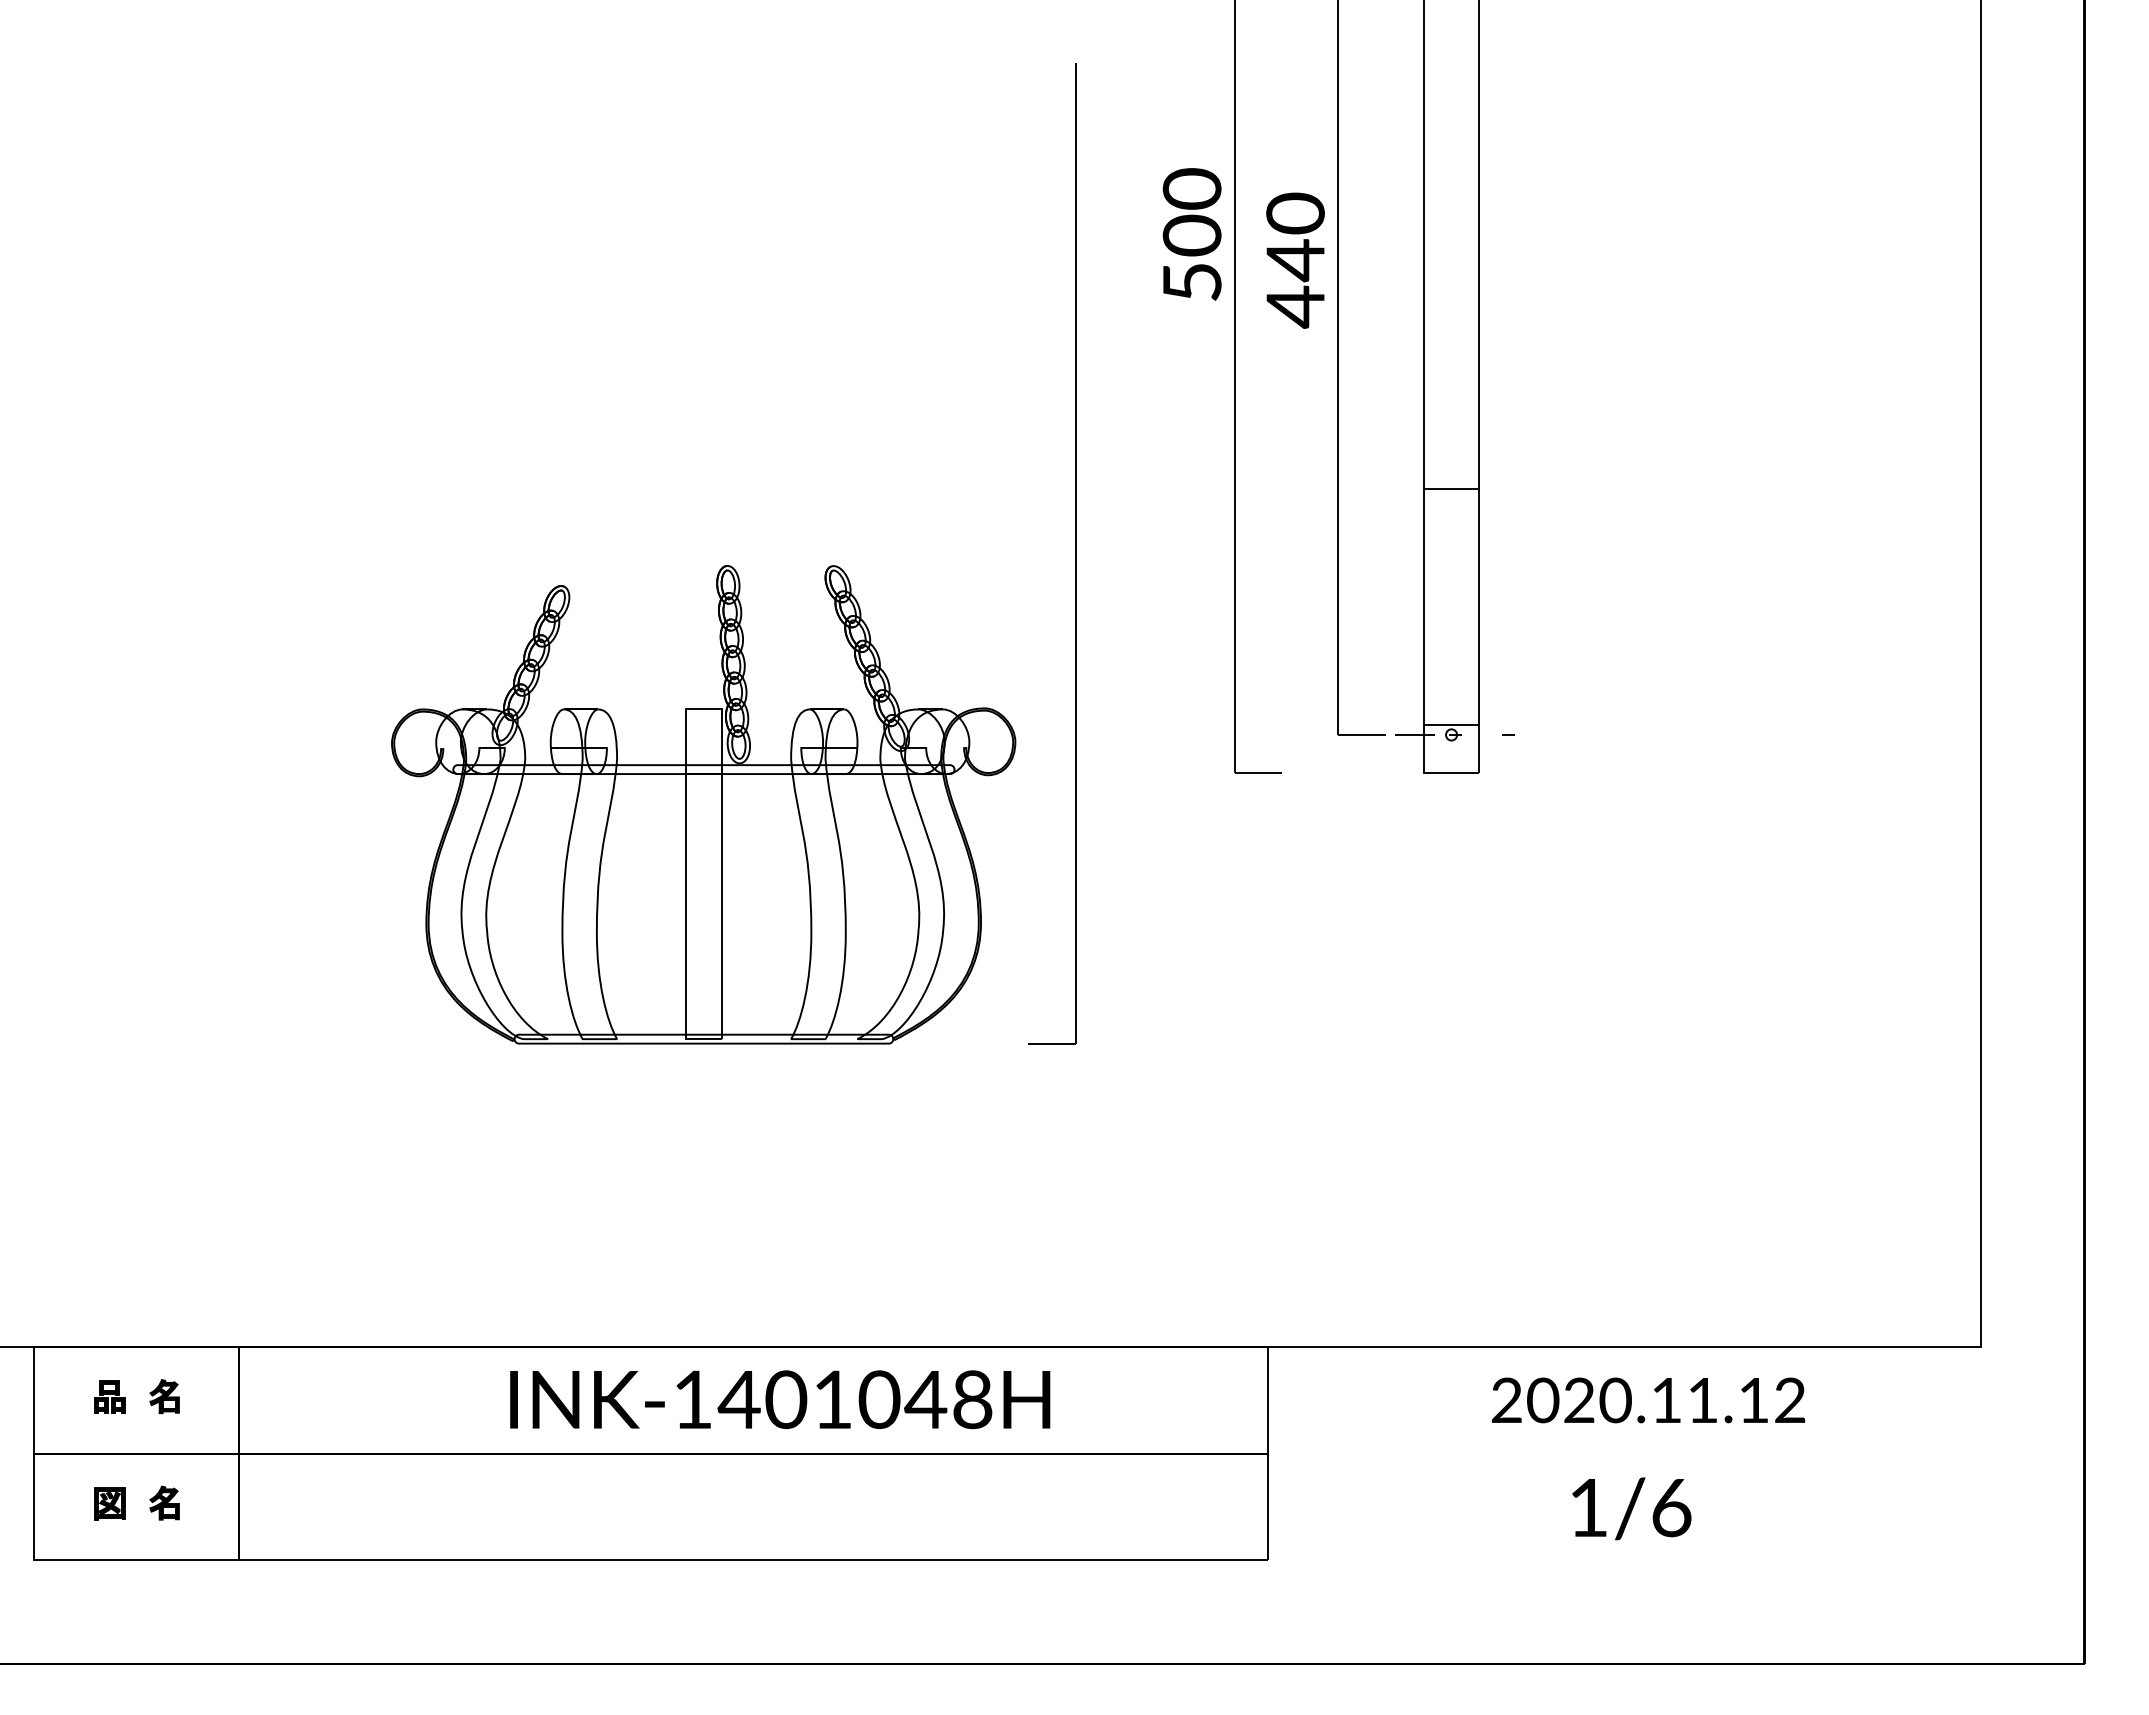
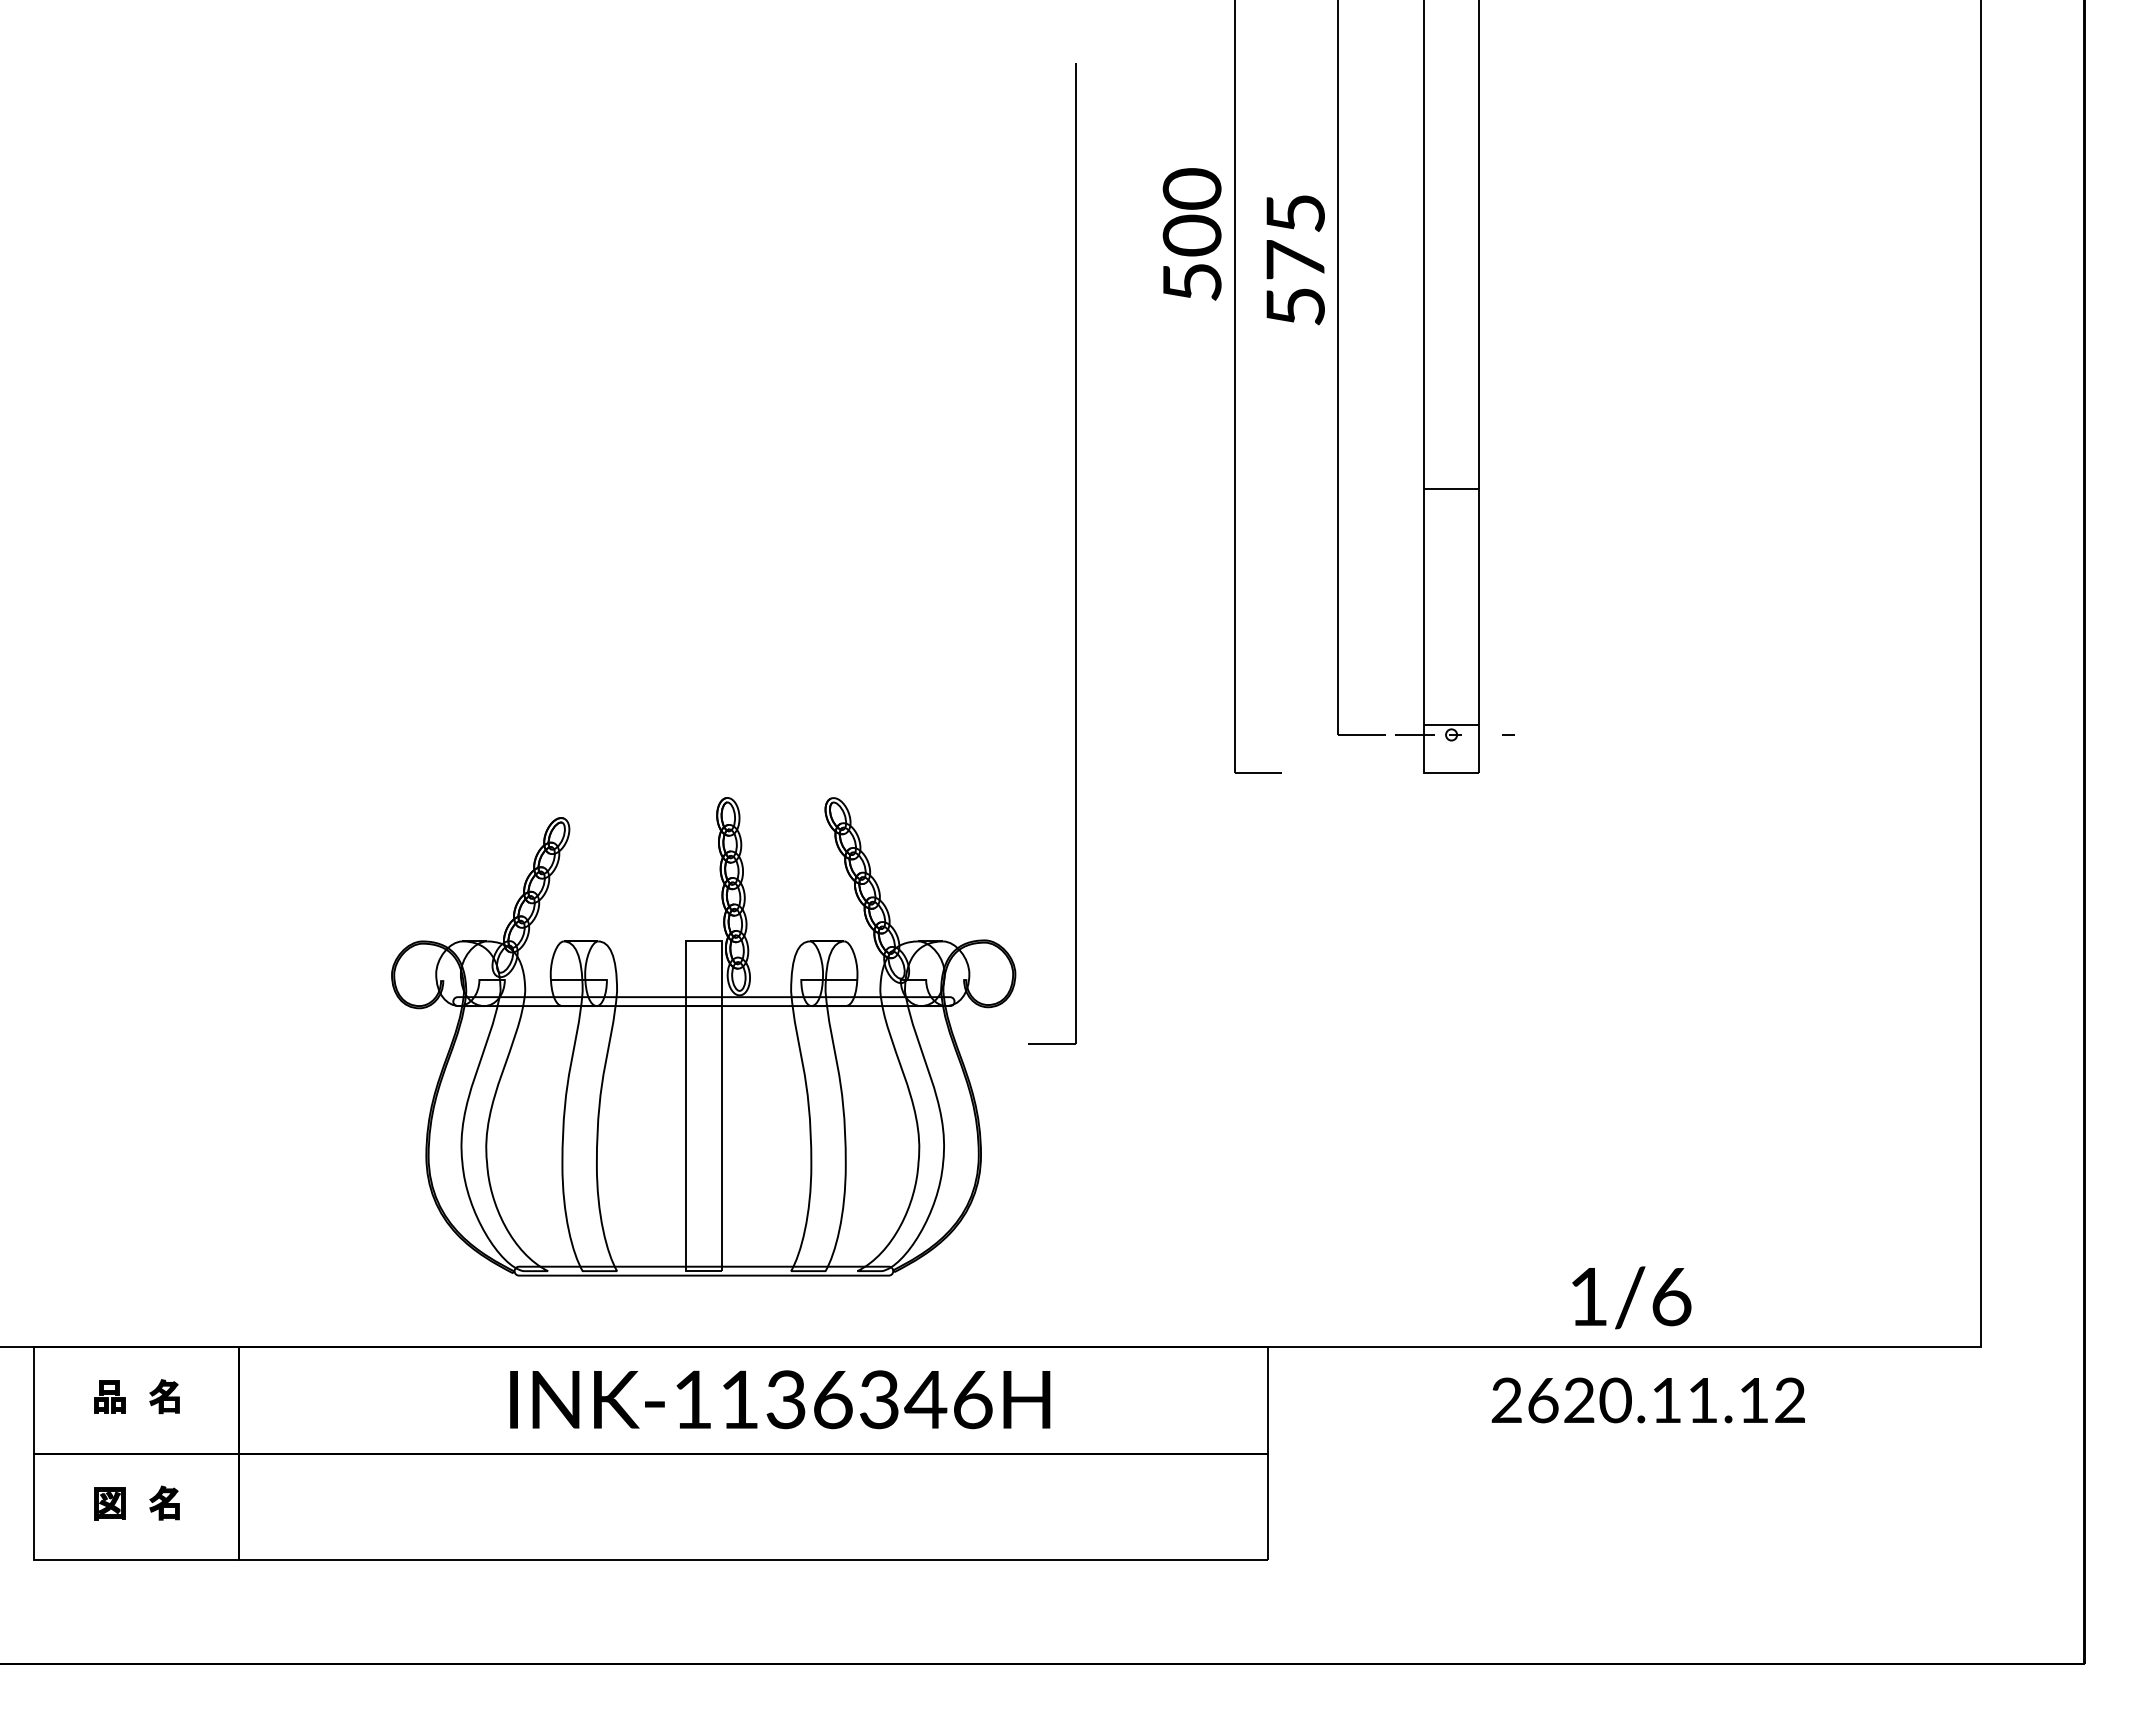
text at (1295, 260): 440 -> 575
part at (703, 804) position: (703, 804) -> (703, 1036)
text at (854, 1399): INK-1401048H -> INK-1136346H
text at (1543, 1399): 2020.11.12 -> 2620.11.12
text at (1631, 1508) position: (1631, 1508) -> (1631, 1297)
